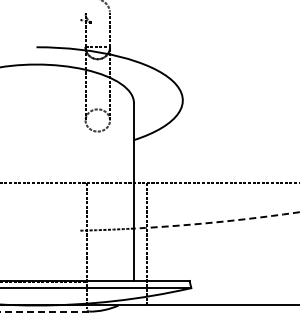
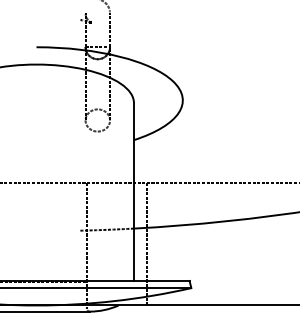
arc at (217, 222): dashed -> solid
line at (44, 311): dashed -> solid
